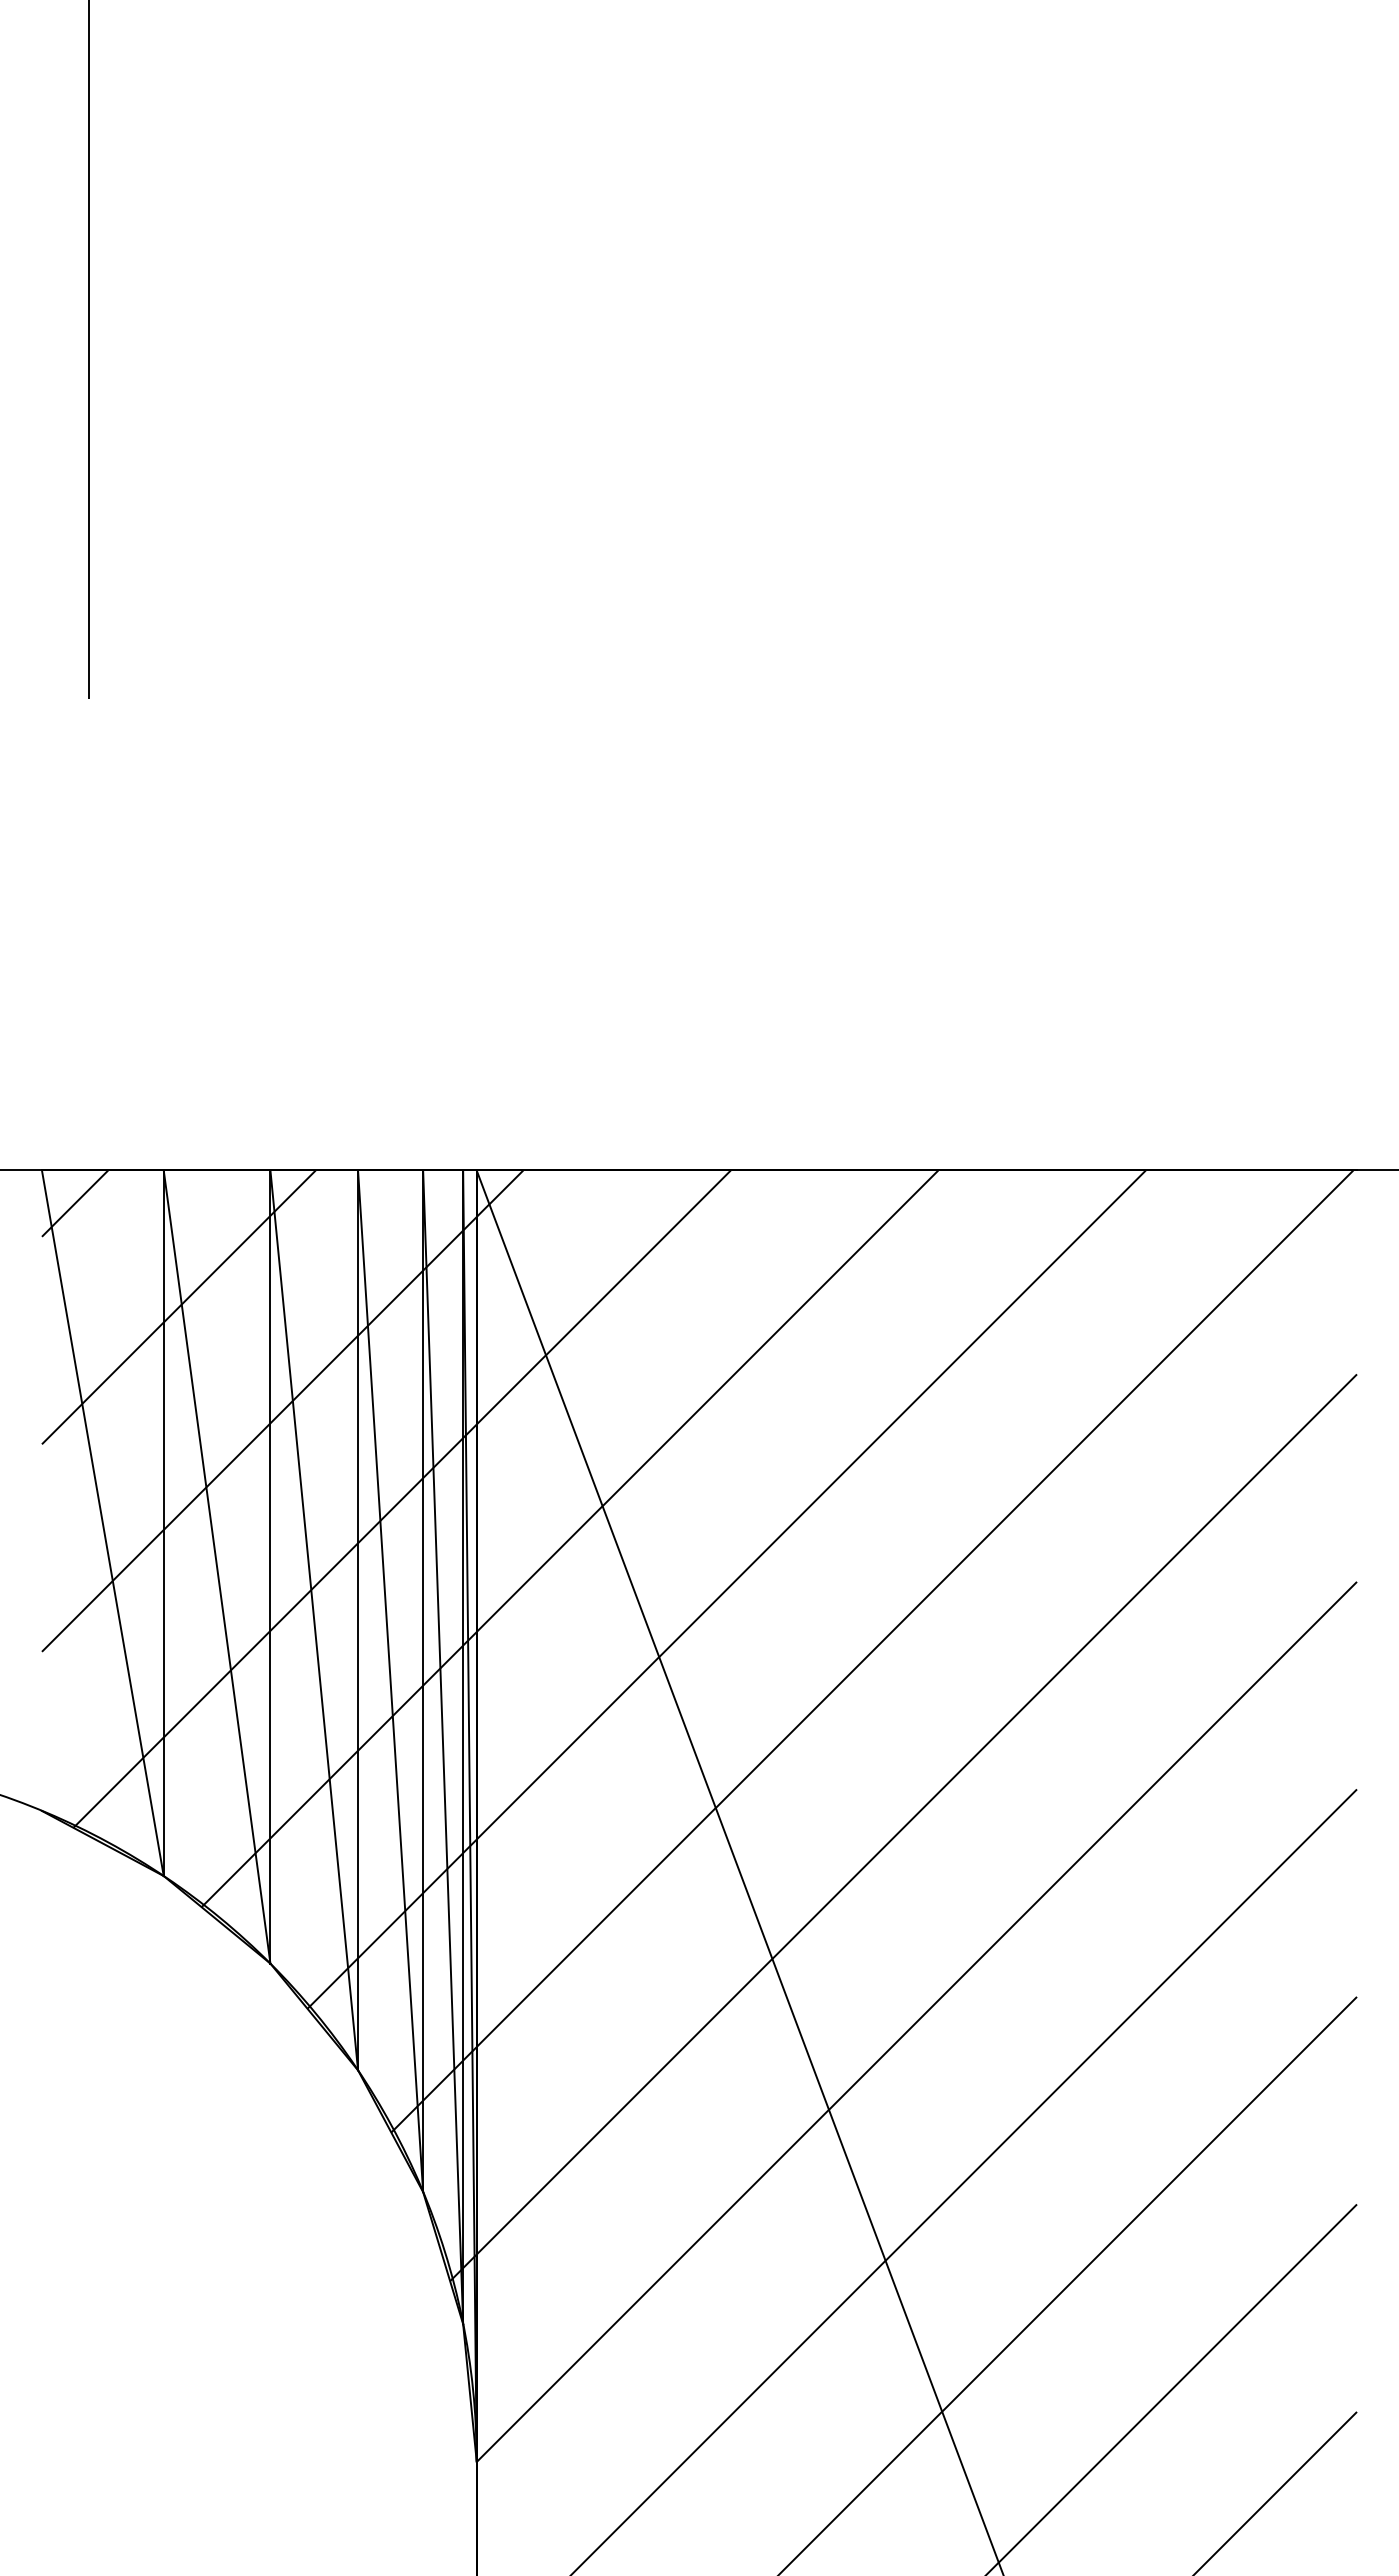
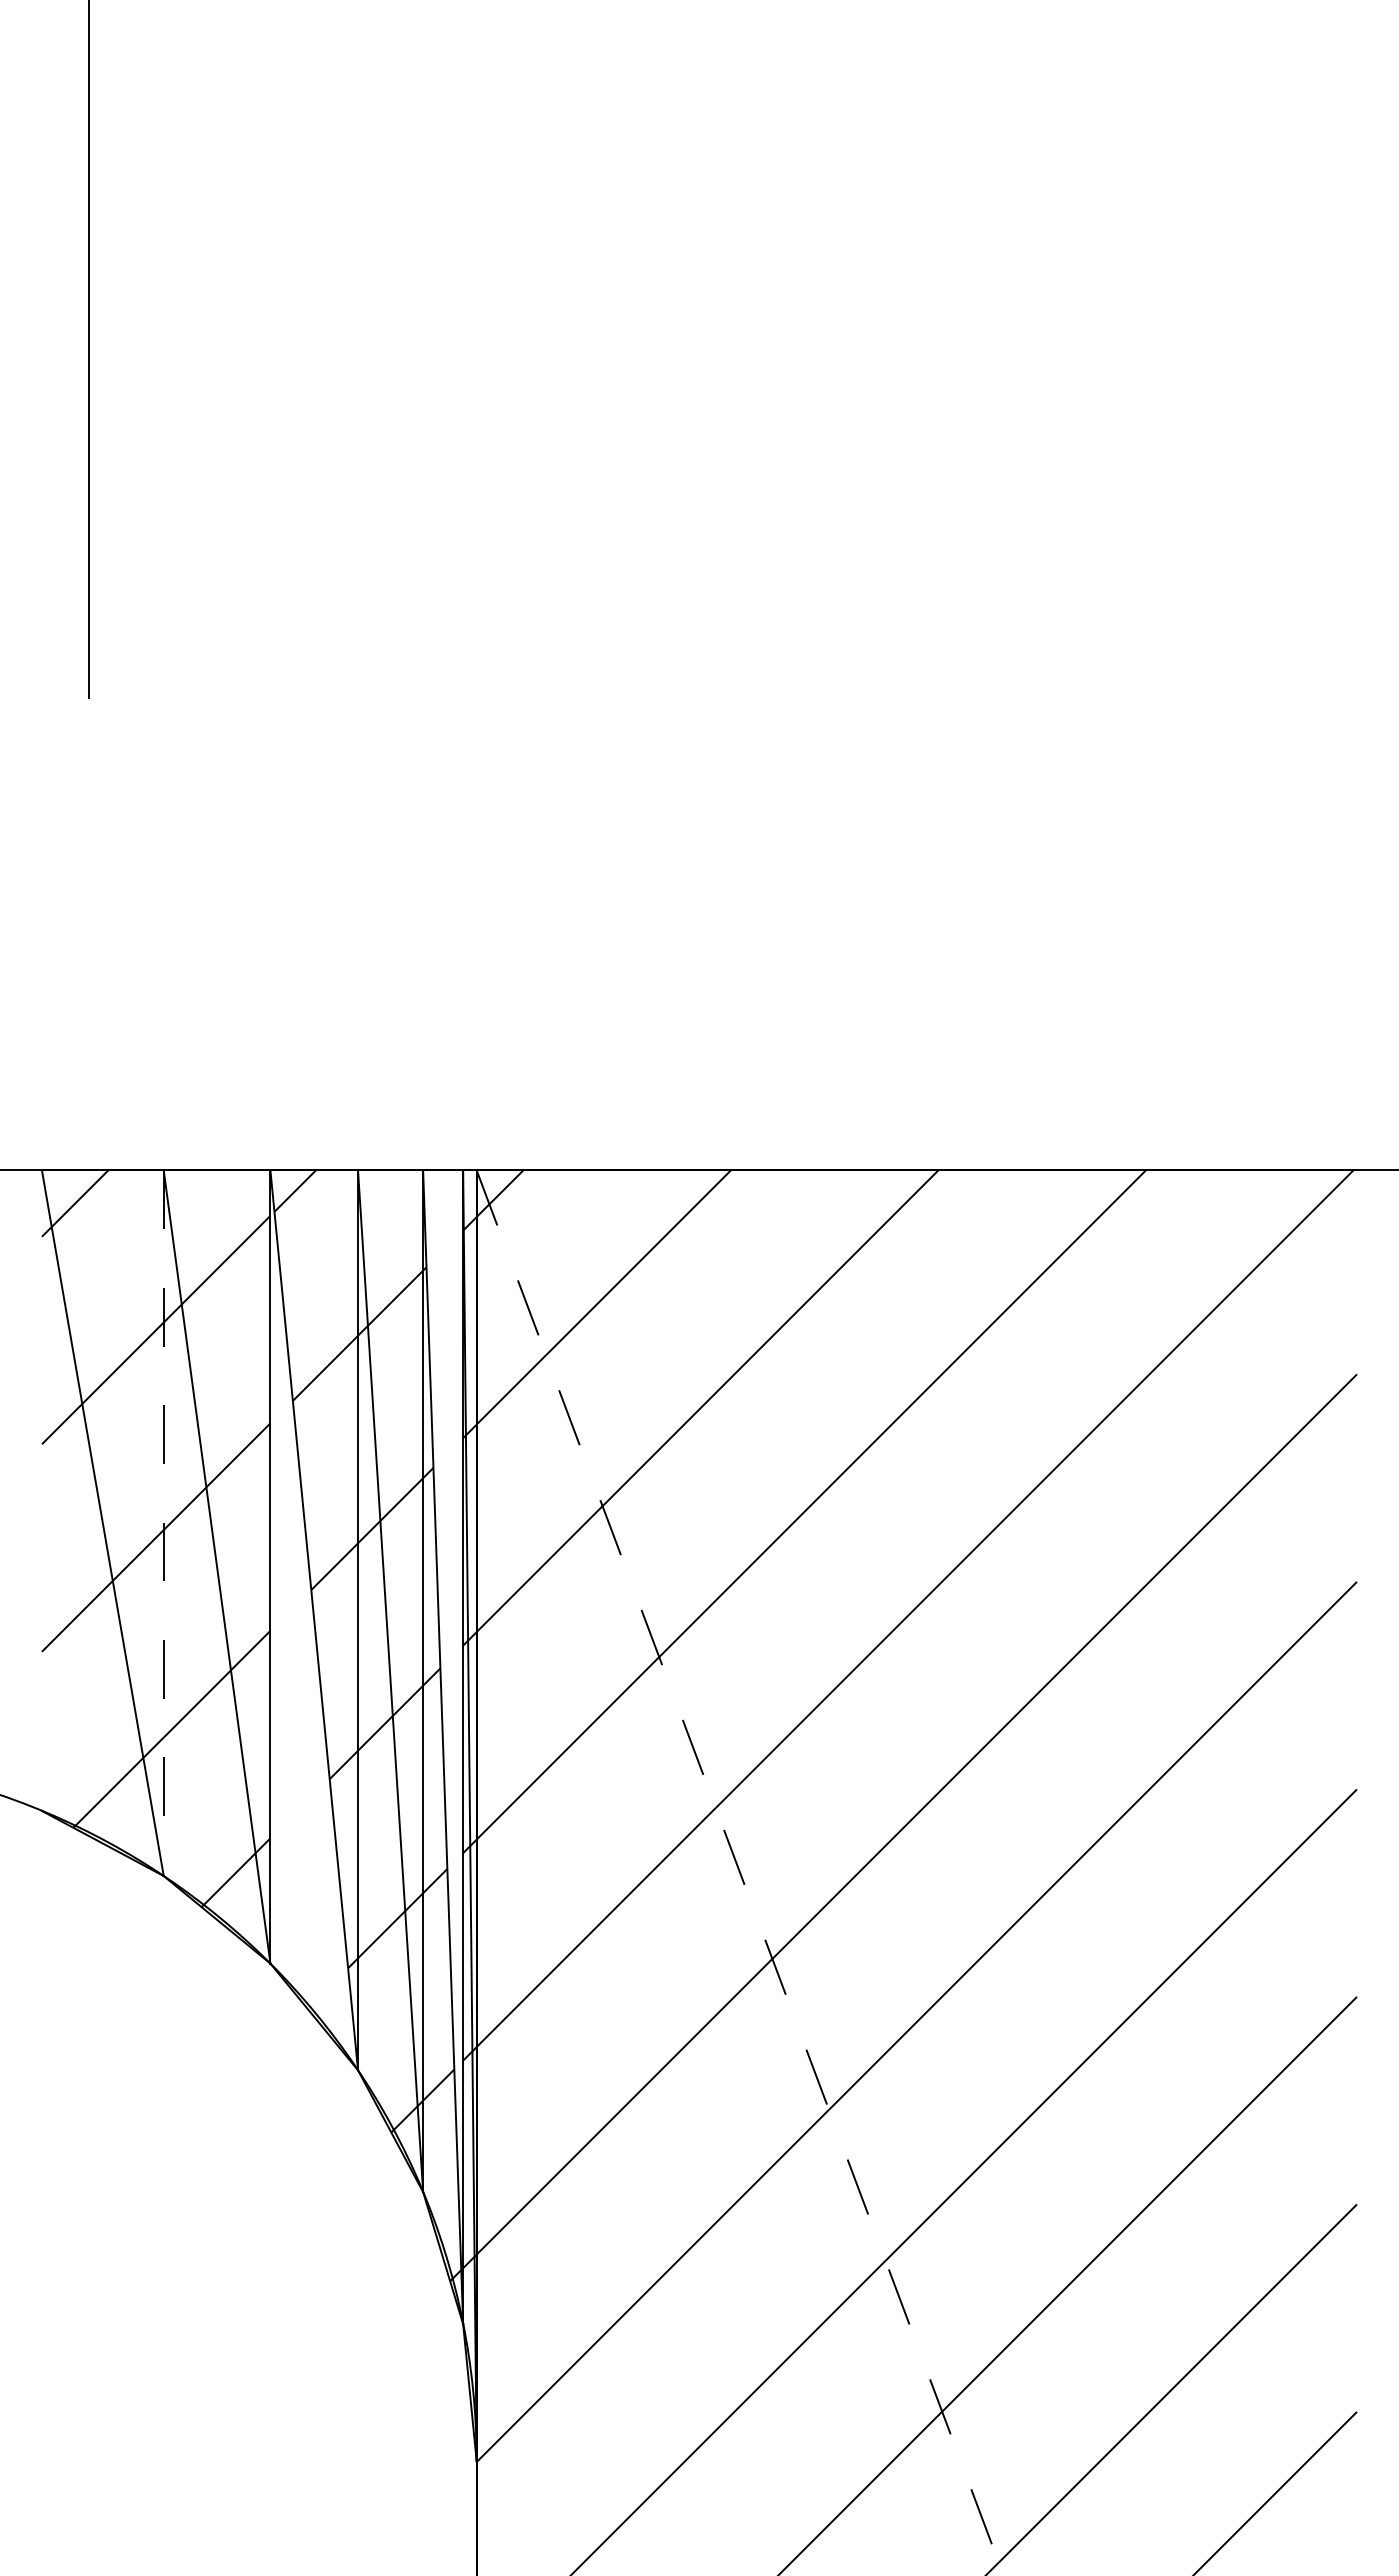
line at (163, 1523): solid -> dashed
hatch at (309, 1609): present -> none
hatch at (444, 1750): present -> none
line at (740, 1873): solid -> dashed
